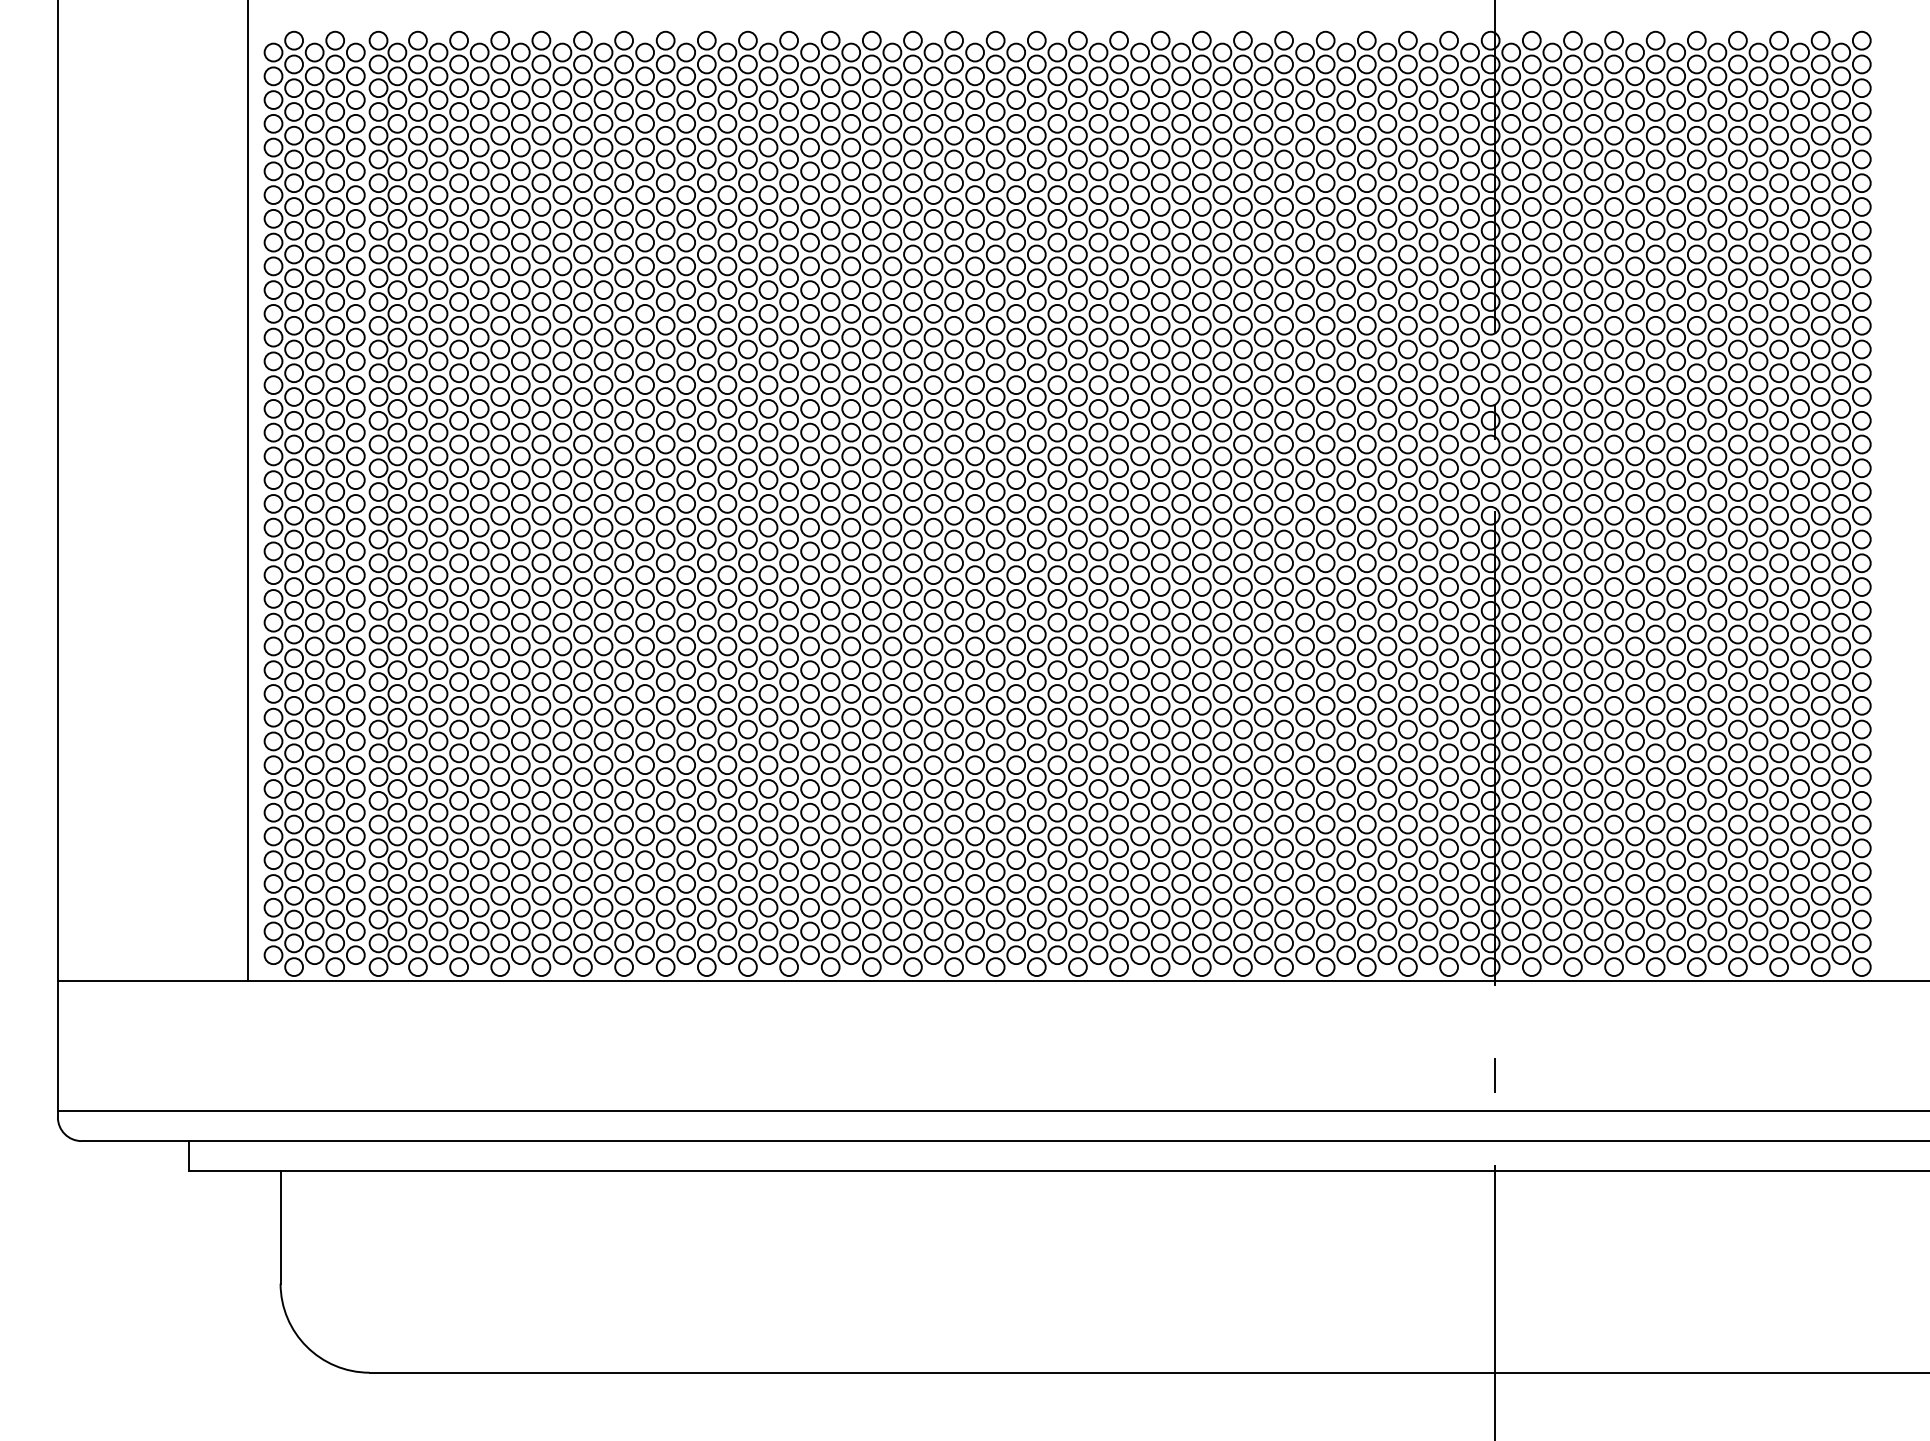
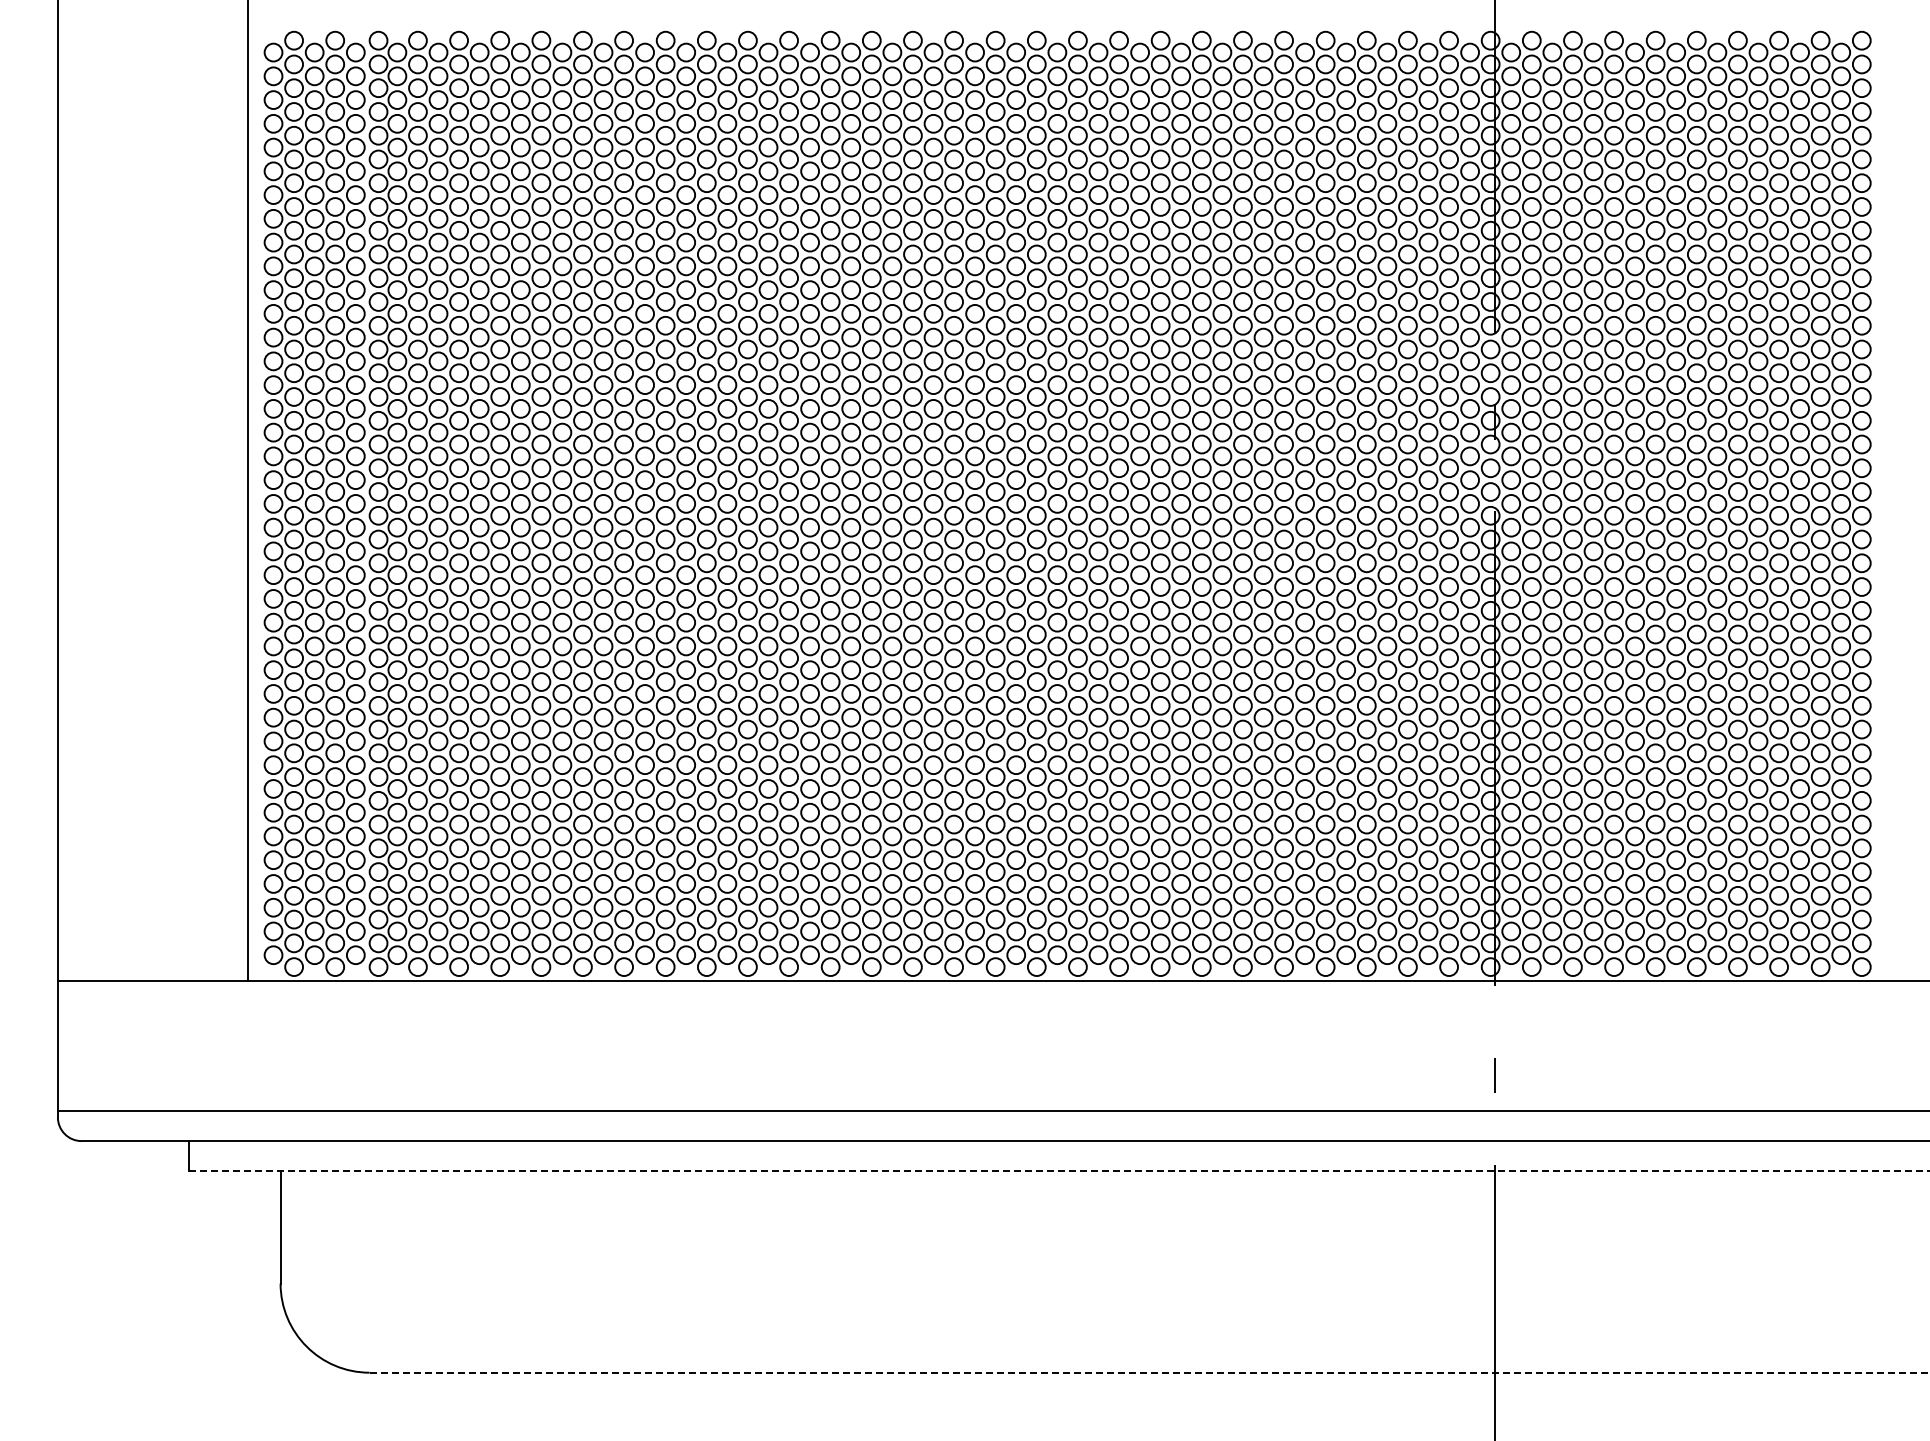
line at (1059, 1170): solid -> dashed
line at (1149, 1372): solid -> dashed
